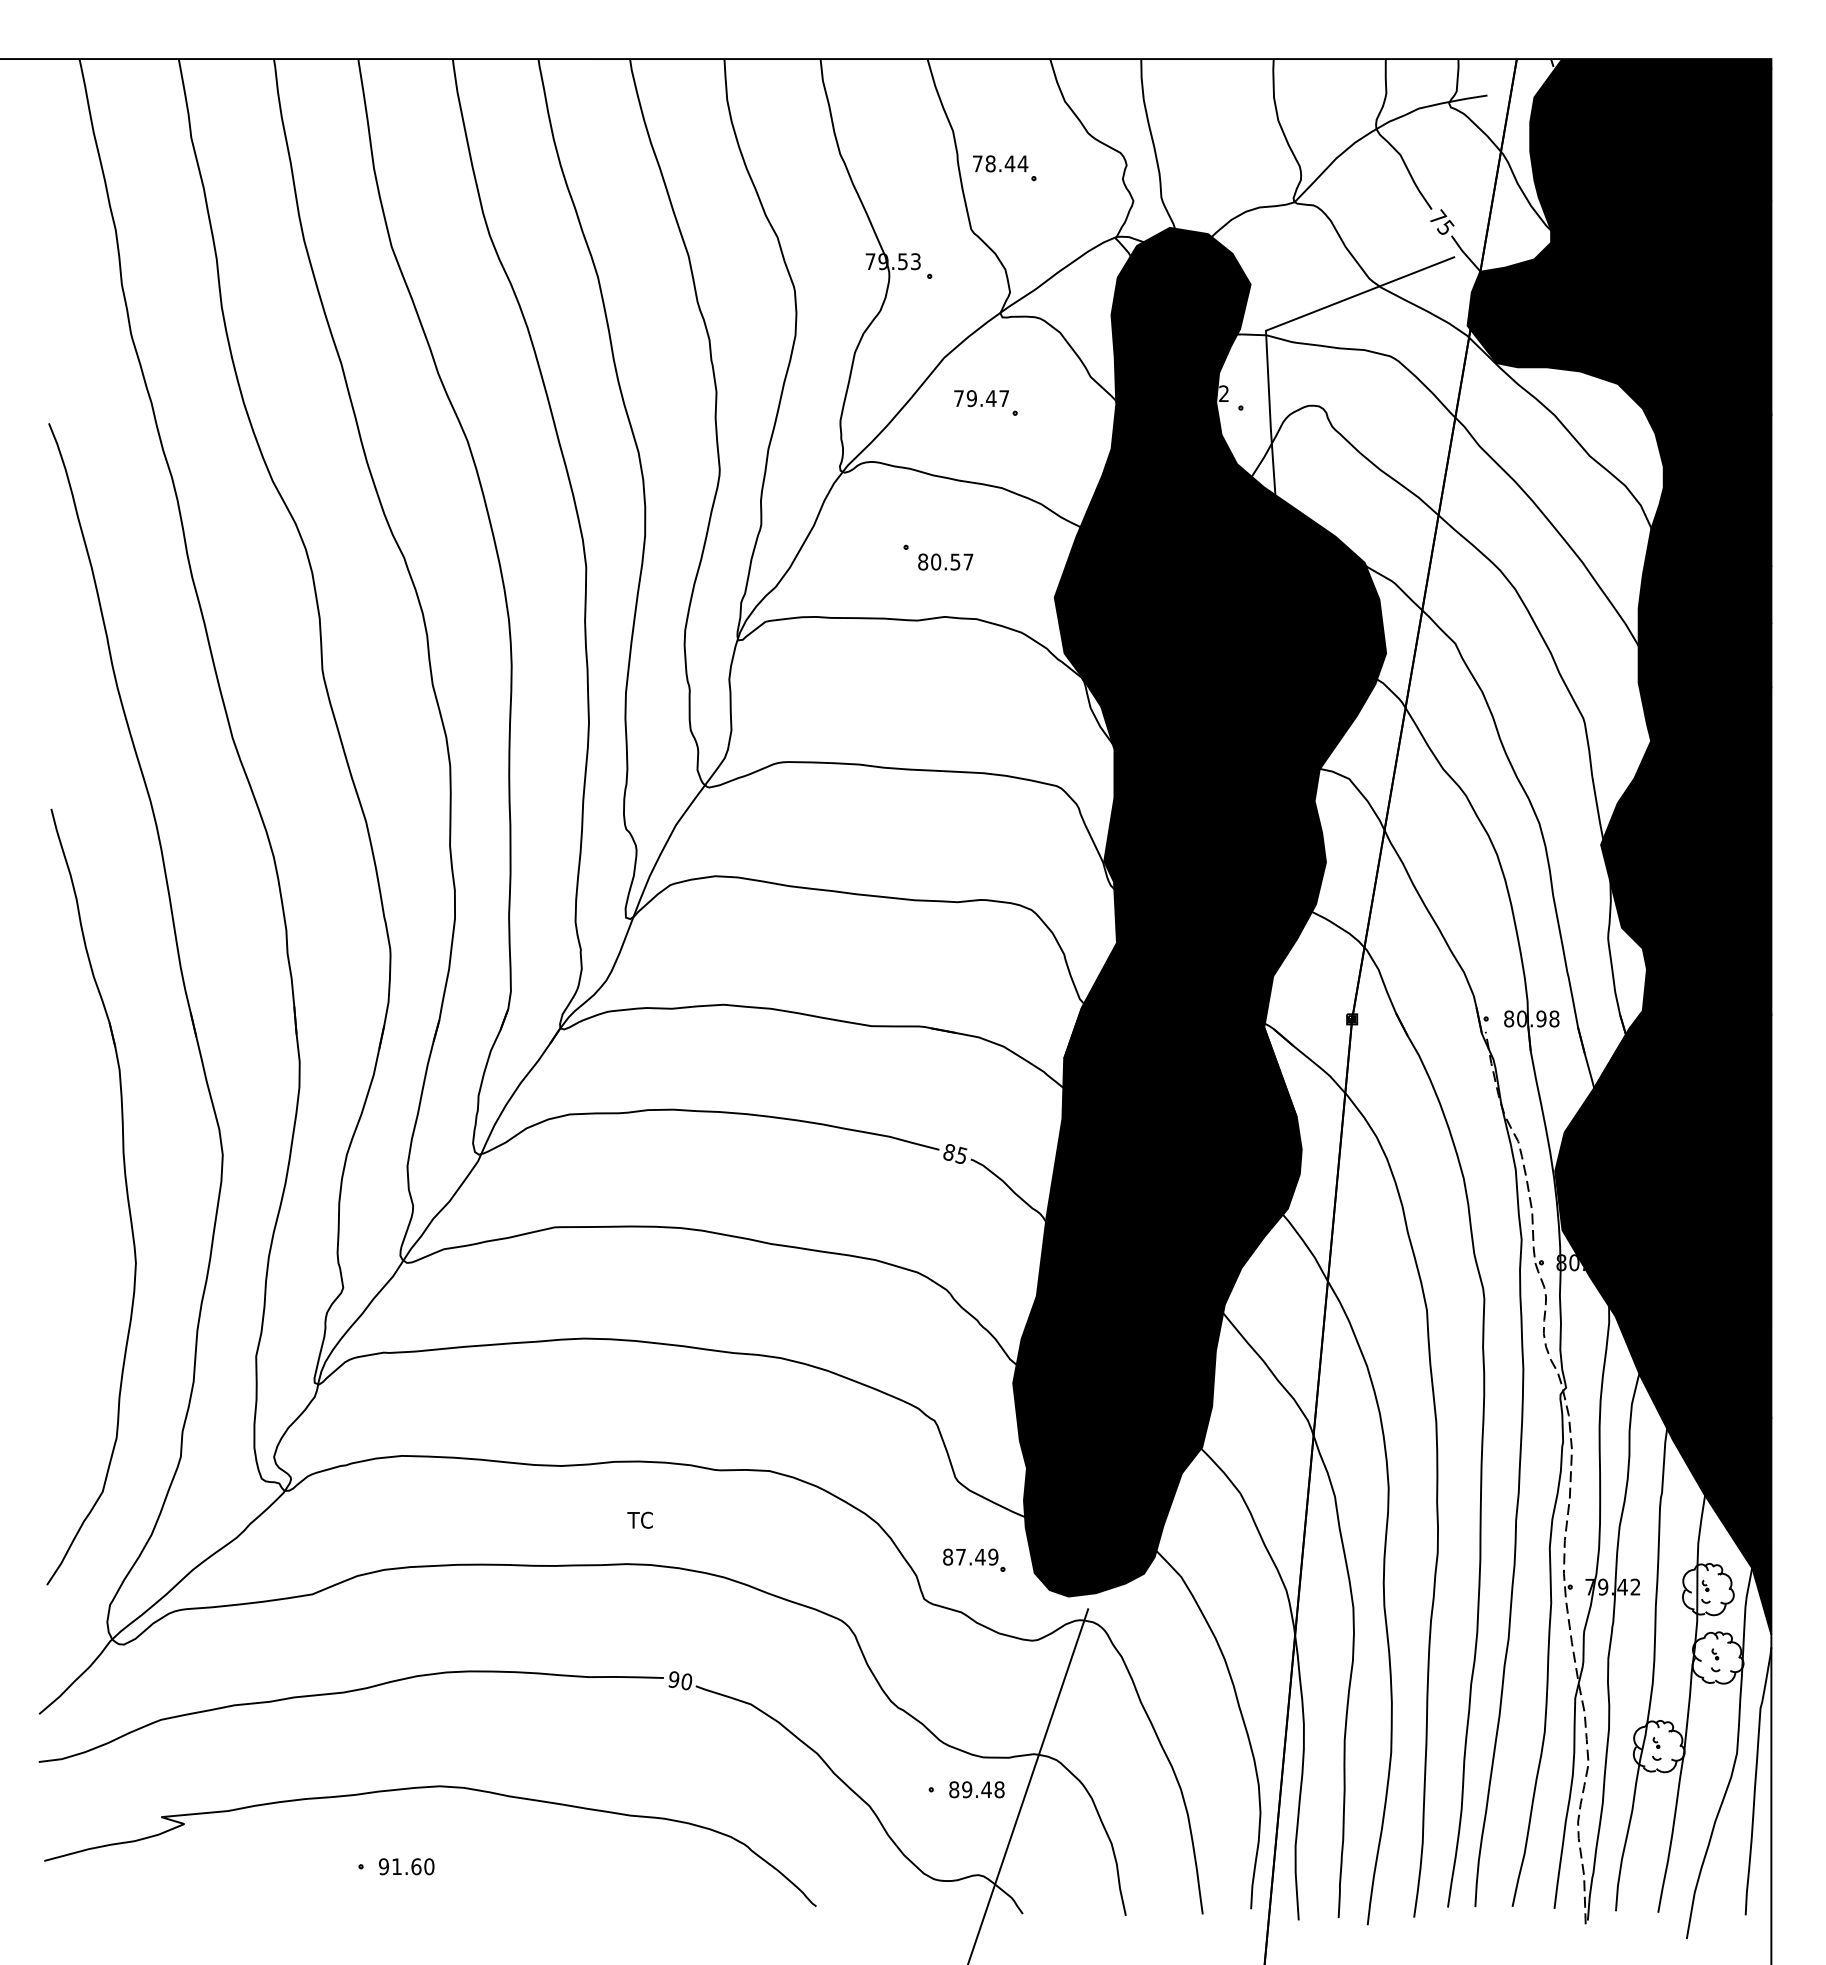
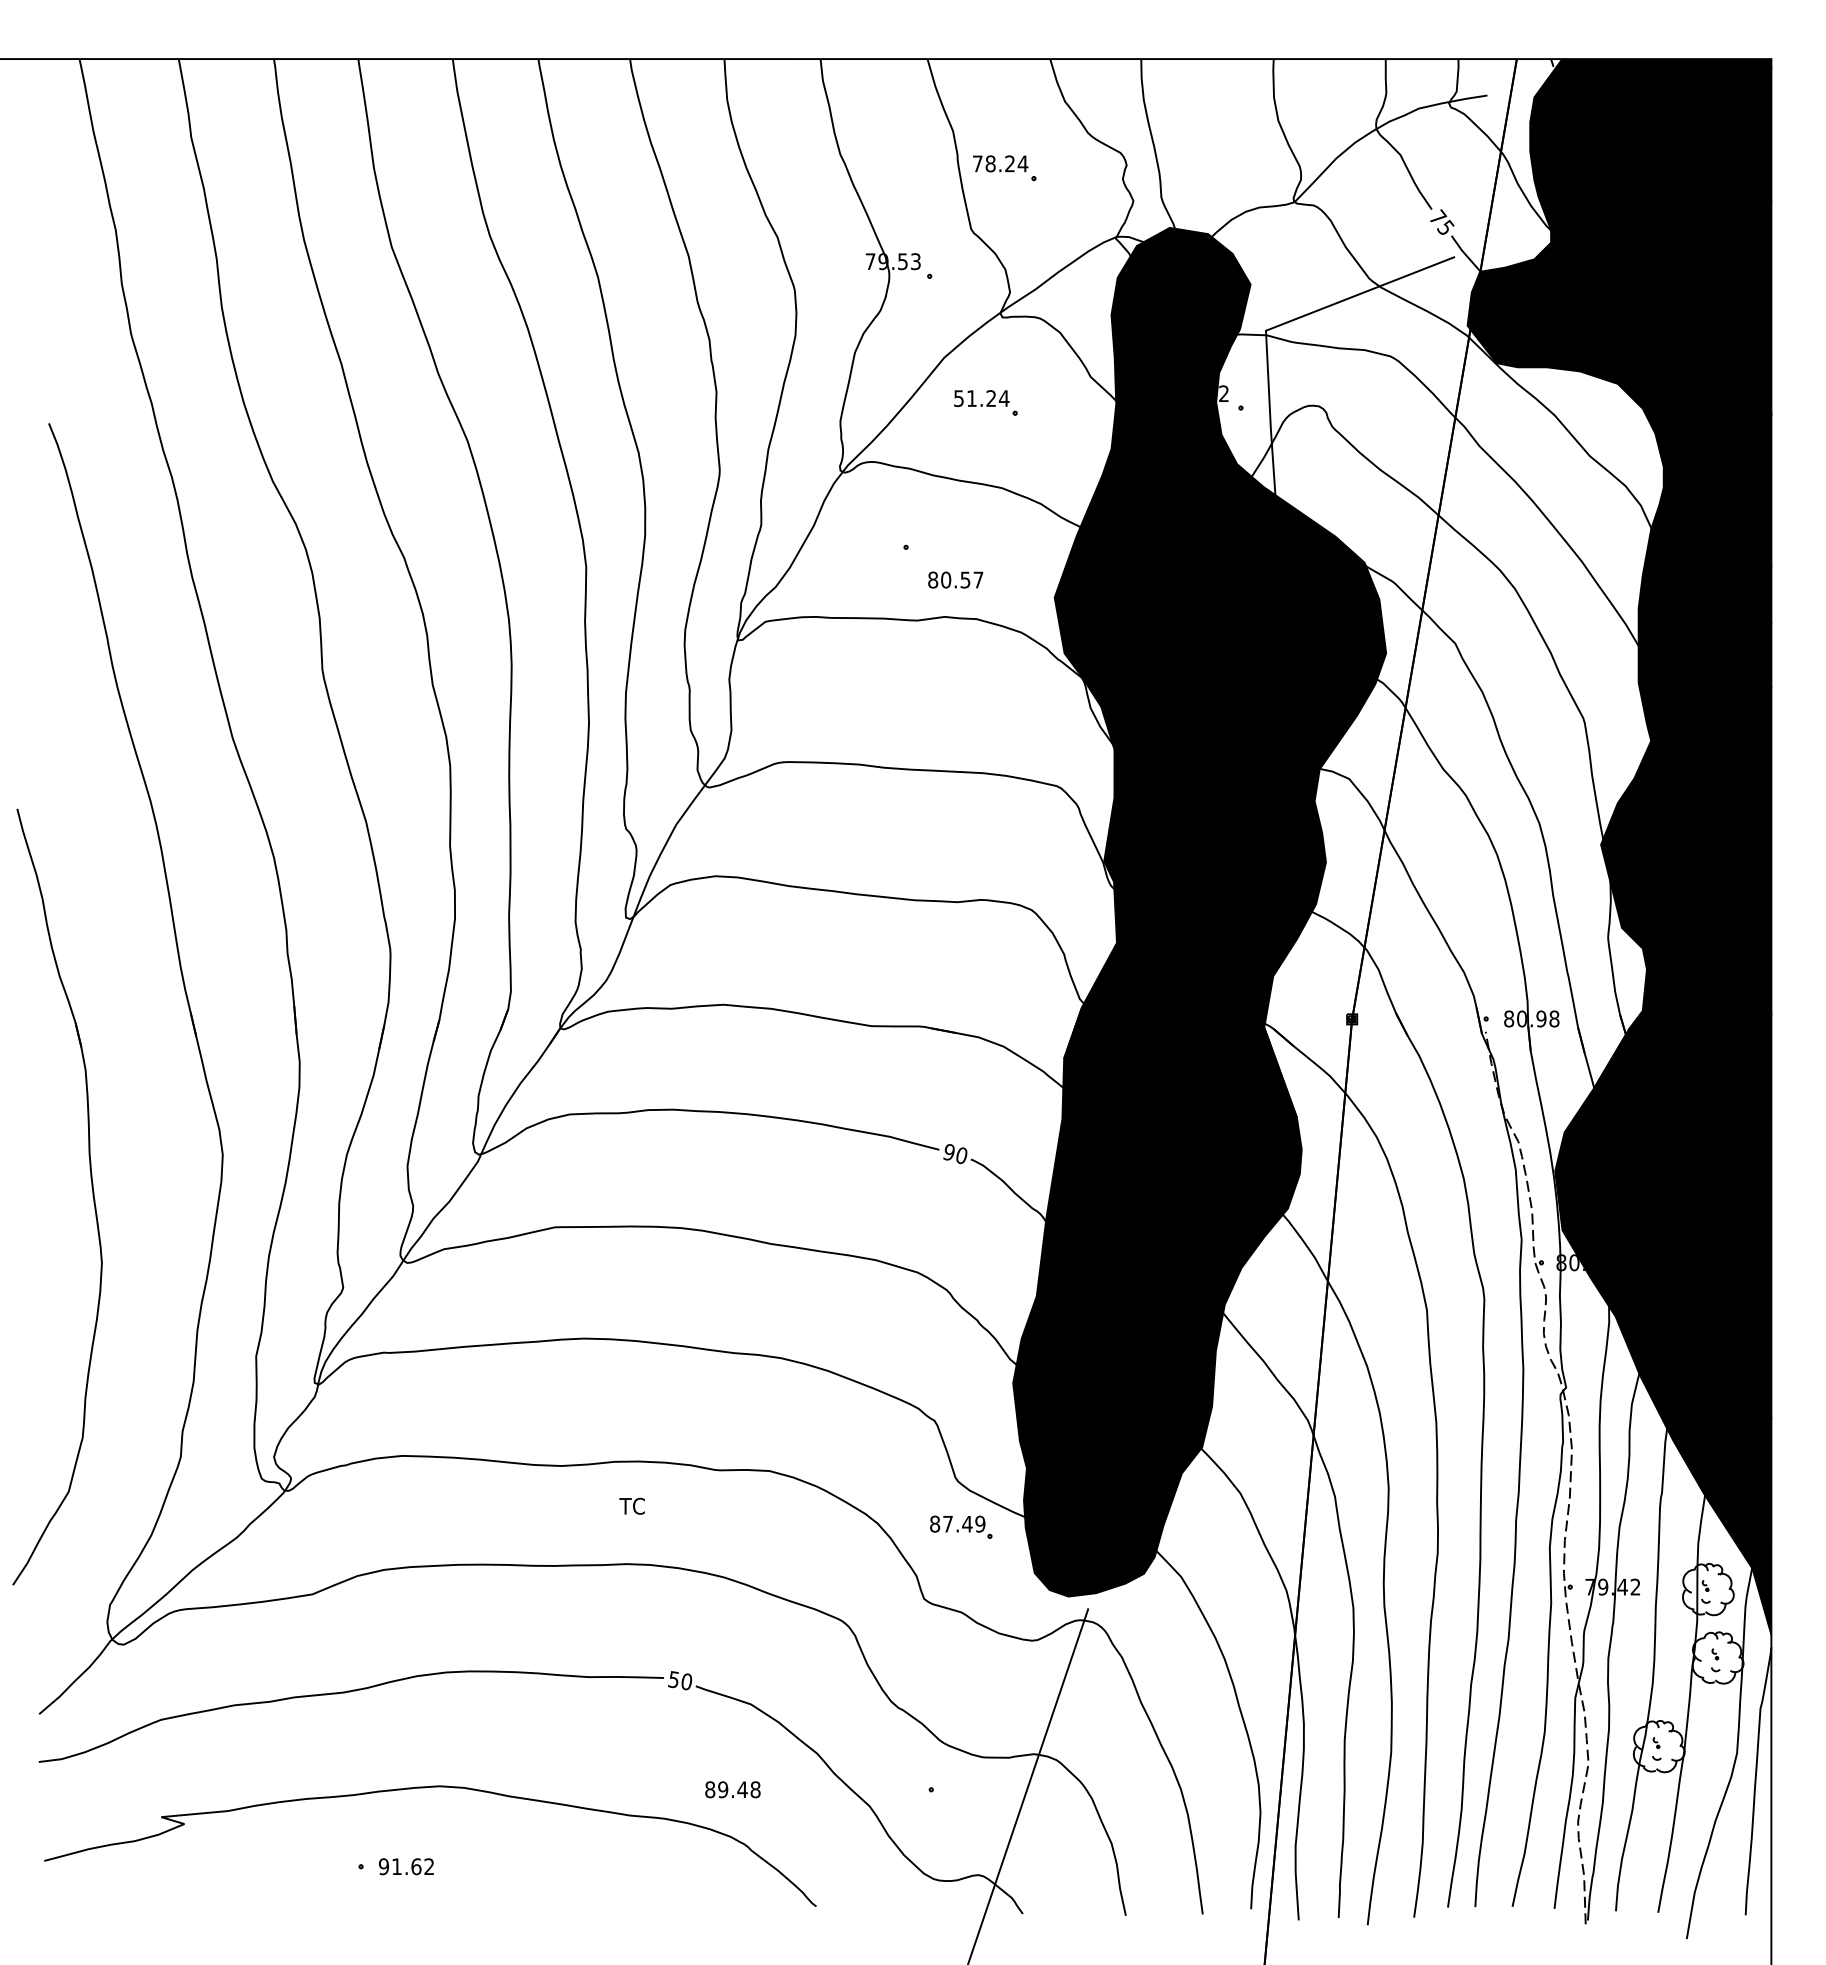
text at (1009, 163): 78.44 -> 78.24
text at (981, 398): 79.47 -> 51.24
text at (945, 561) position: (945, 561) -> (955, 579)
text at (955, 1154): 85 -> 90
part at (126, 1196) position: (126, 1196) -> (92, 1196)
text at (639, 1519) position: (639, 1519) -> (631, 1505)
part at (974, 1559) position: (974, 1559) -> (961, 1526)
text at (673, 1679): 90 -> 50
text at (976, 1789) position: (976, 1789) -> (732, 1789)
text at (429, 1866): 91.60 -> 91.62
